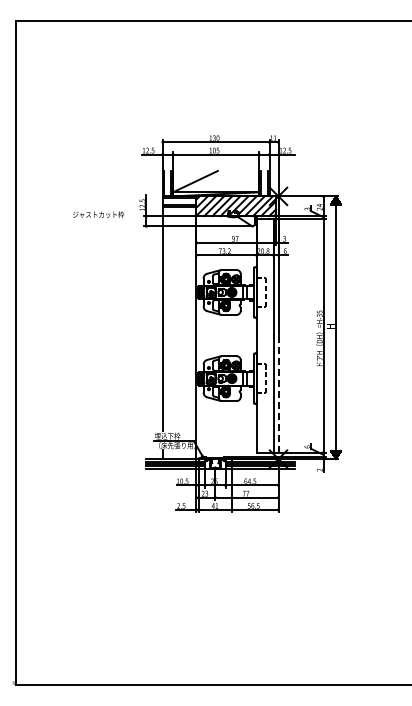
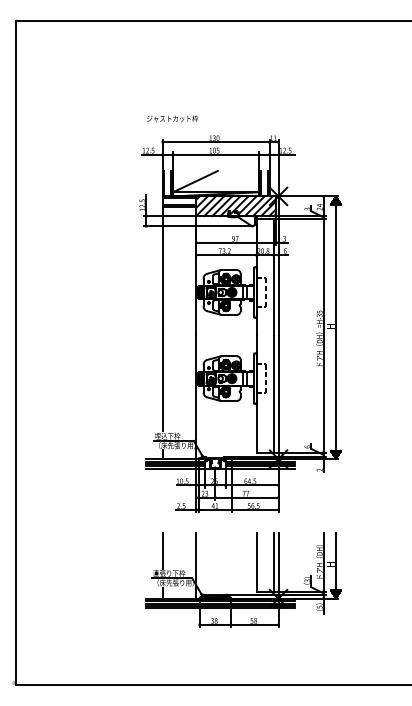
text at (98, 214) position: (98, 214) -> (172, 118)
line at (278, 398): dashed -> solid
part at (256, 579): none -> present
